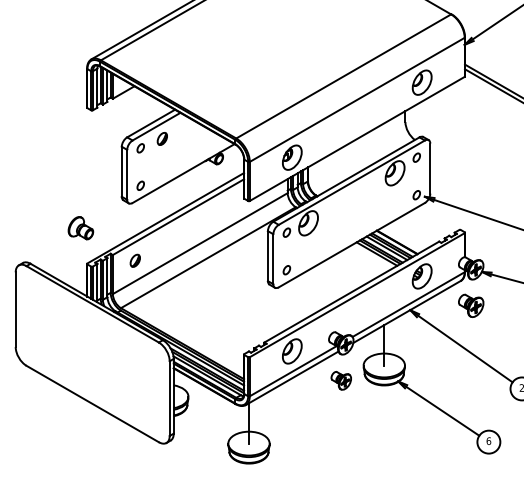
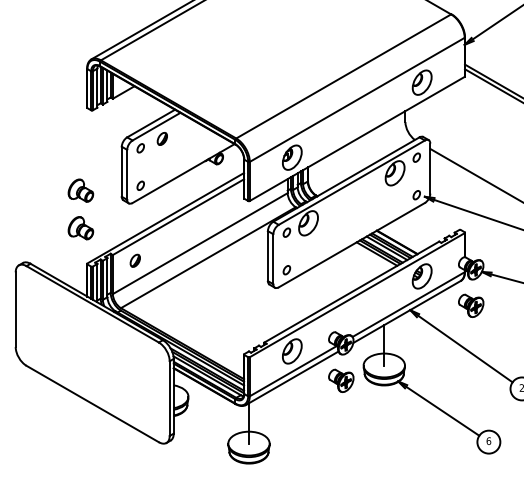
line at (475, 174): none -> present
part at (80, 190): none -> present
part at (340, 380) size: 22x20 px -> 27x25 px
